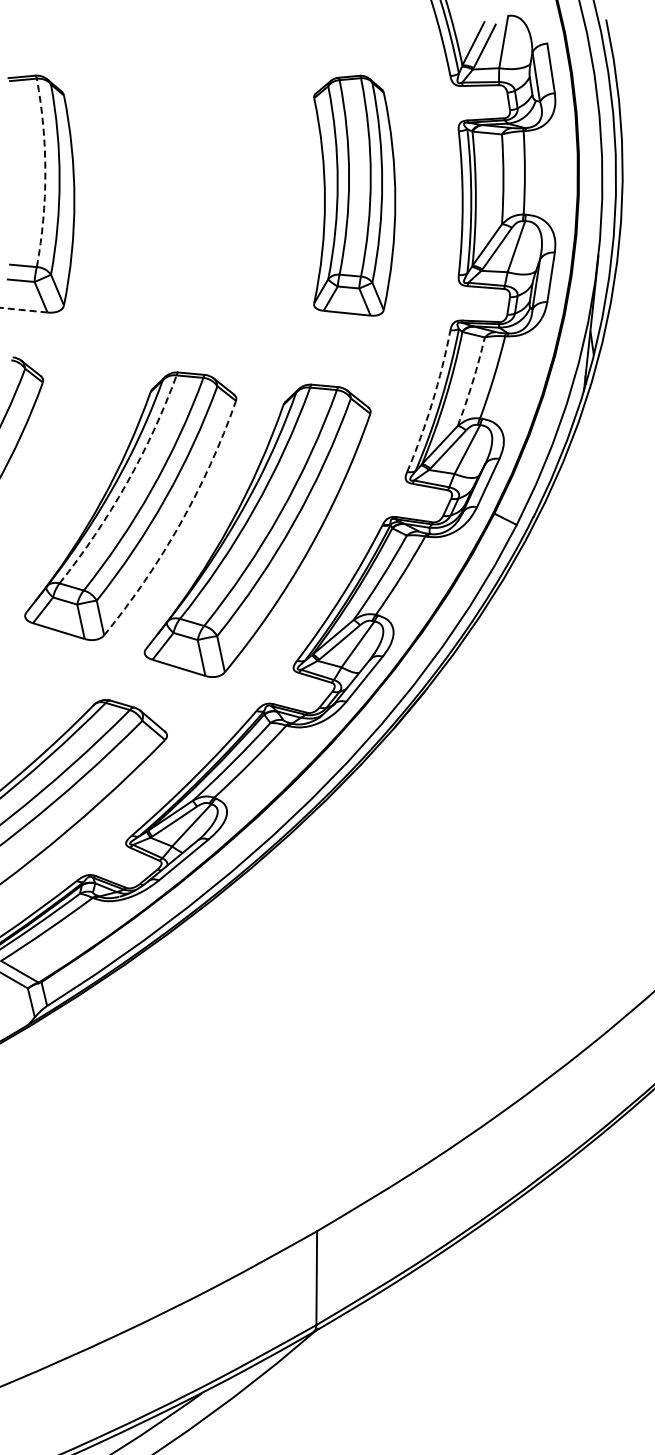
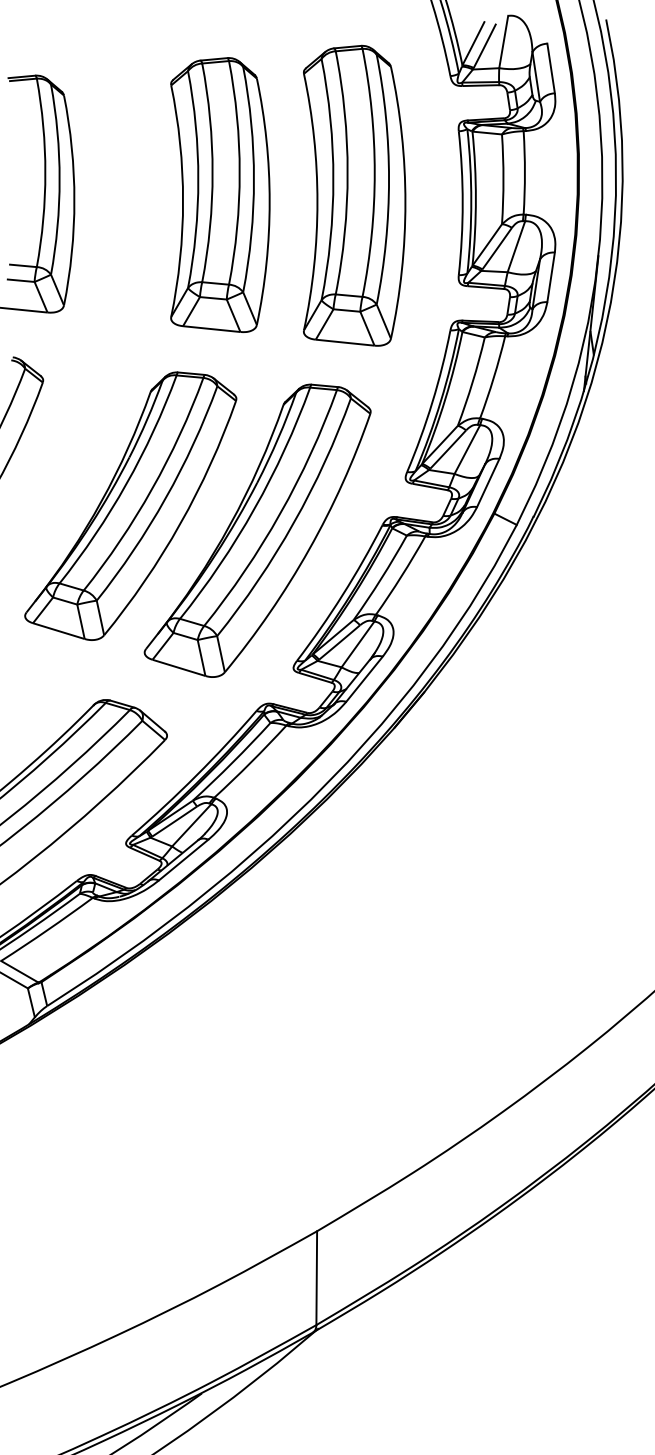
arc at (45, 172): dashed -> solid
part at (220, 194): none -> present
part at (354, 195) size: 84x243 px -> 104x303 px
line at (22, 310): dashed -> solid
arc at (472, 382): dashed -> solid
arc at (432, 402): dashed -> solid
arc at (126, 484): dashed -> solid
arc at (180, 523): dashed -> solid
